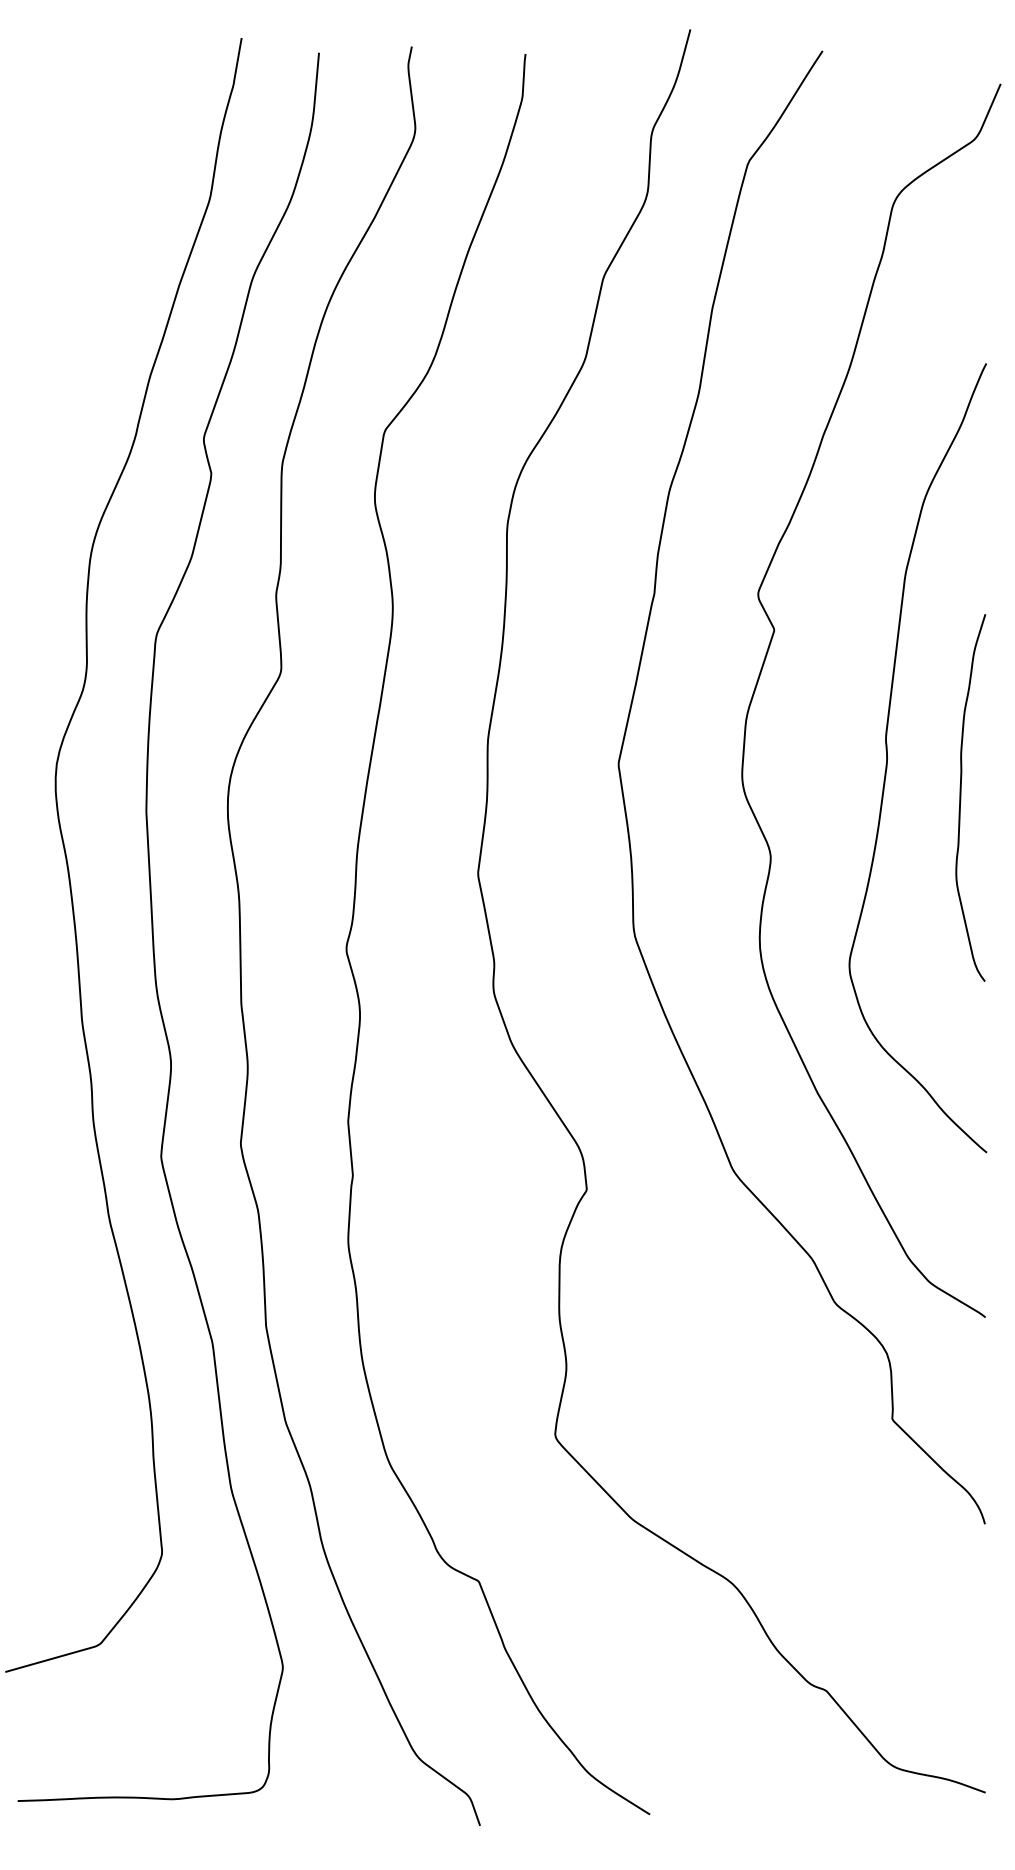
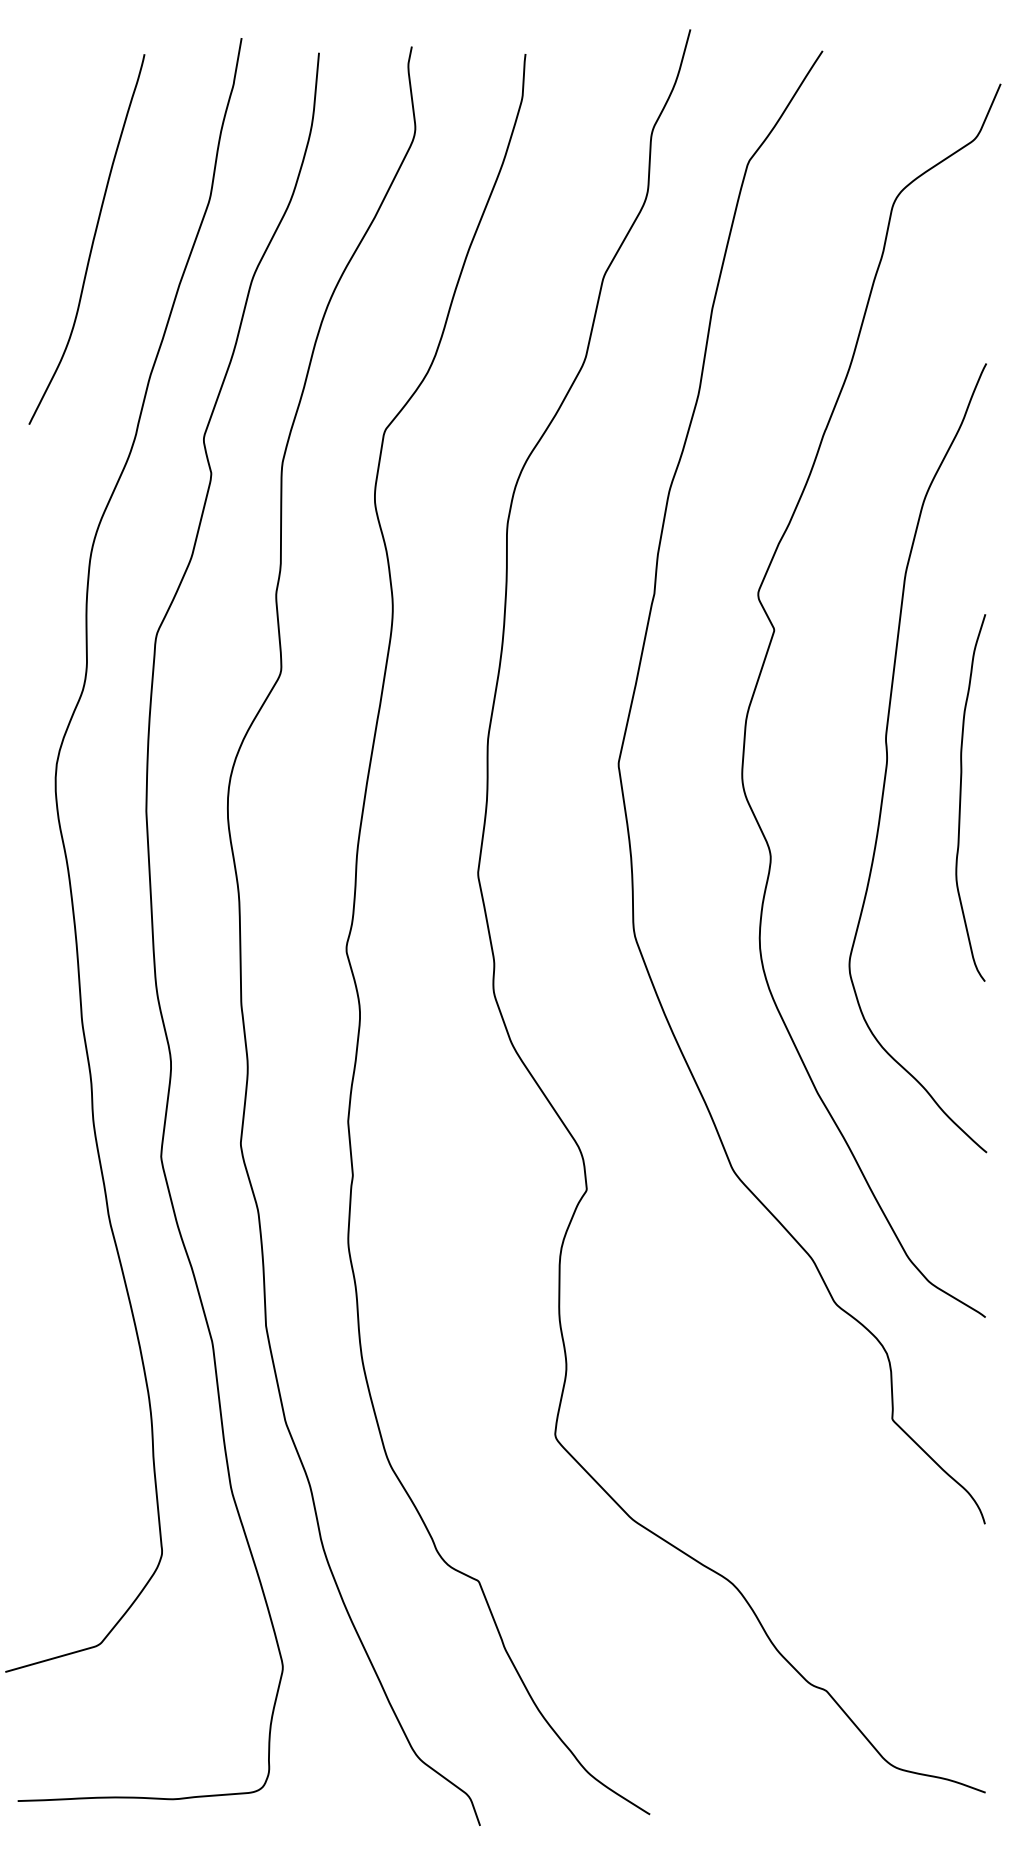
curve at (92, 239): none -> present
